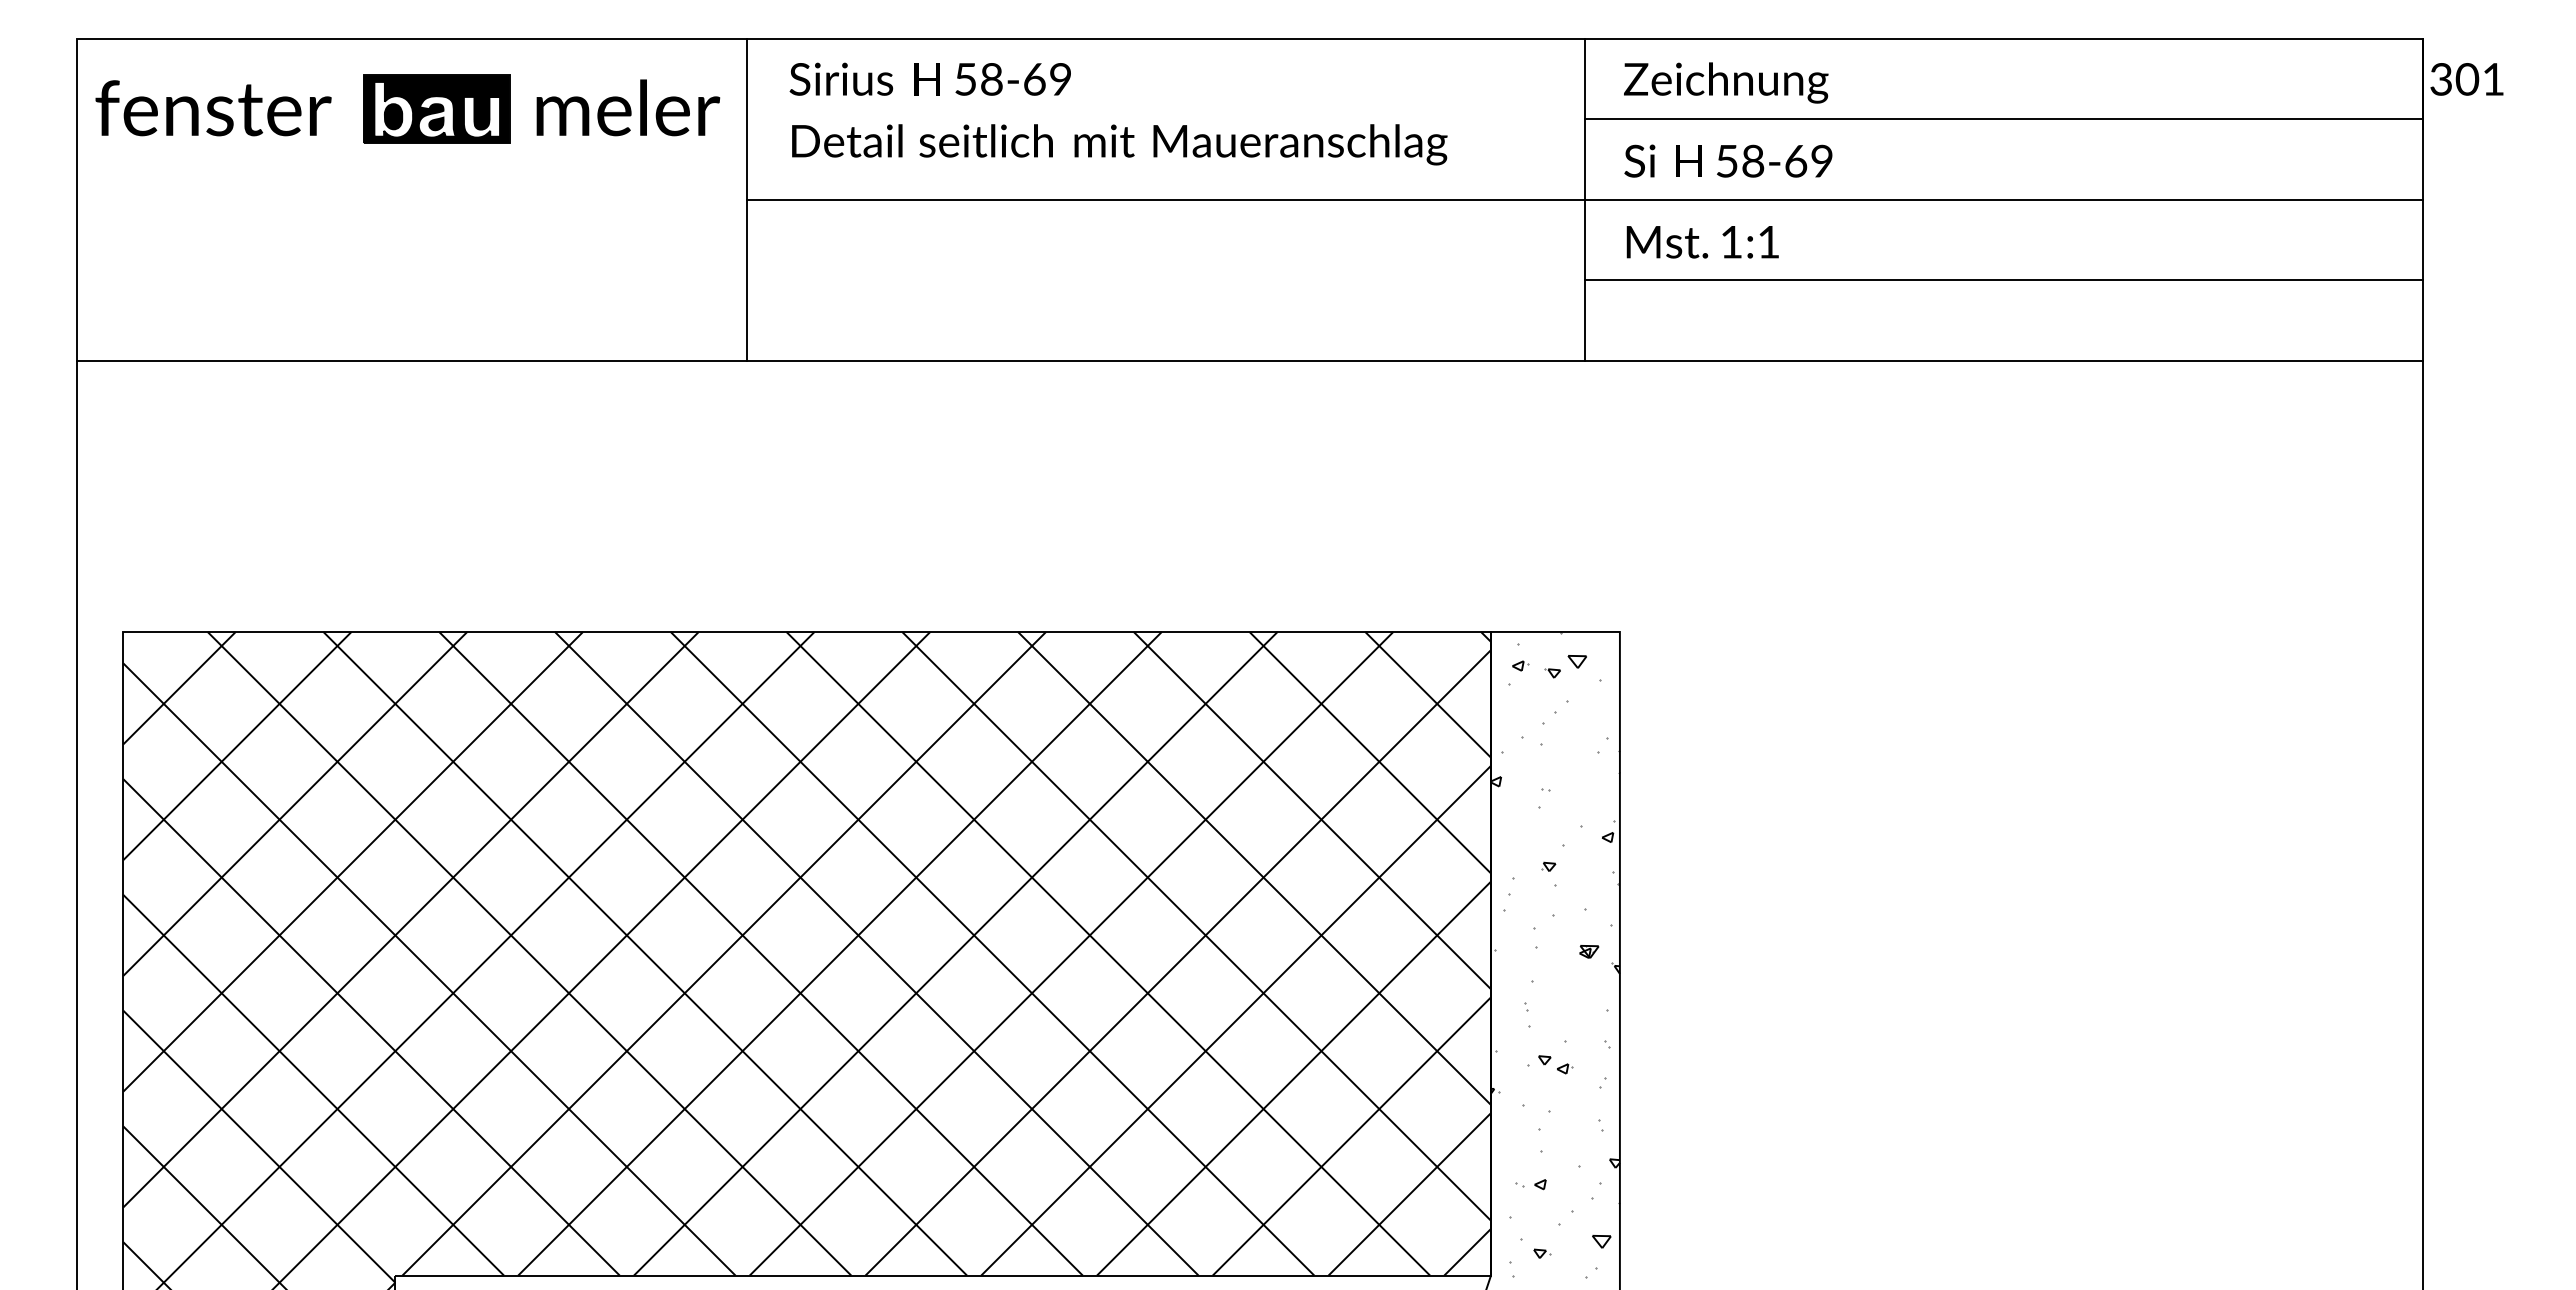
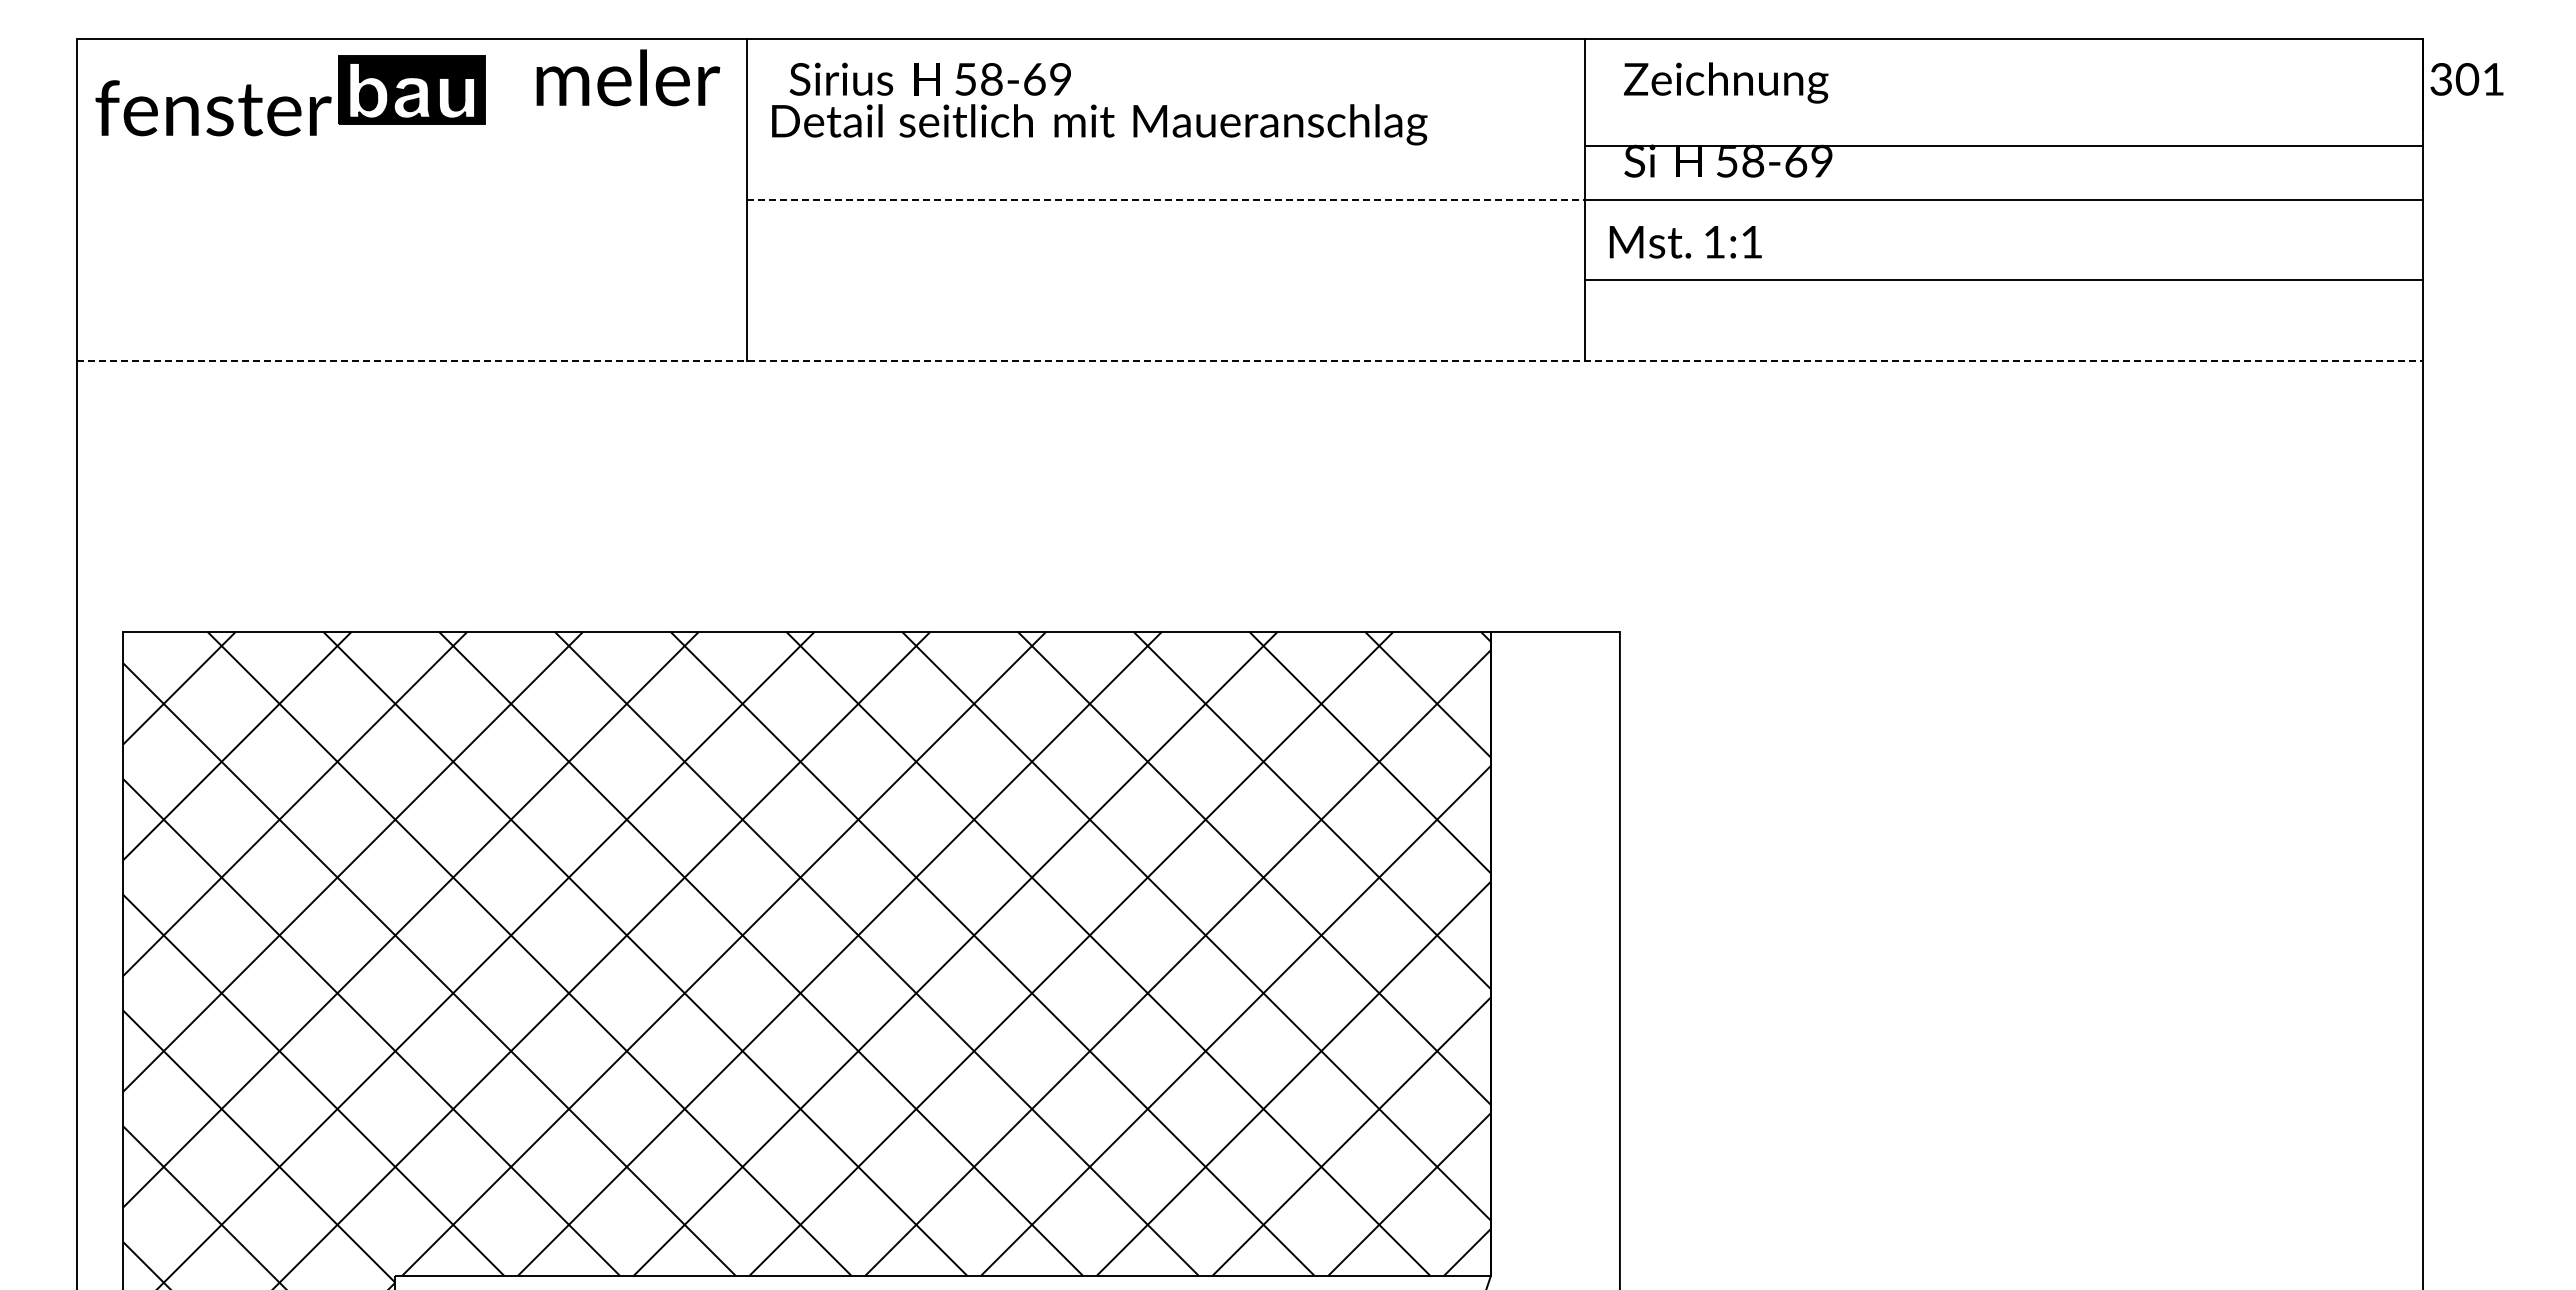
text at (628, 107) position: (628, 107) -> (628, 77)
part at (436, 108) position: (436, 108) -> (411, 89)
line at (2004, 119) position: (2004, 119) -> (2004, 146)
text at (1119, 144) position: (1119, 144) -> (1099, 124)
line at (1166, 199): solid -> dashed
text at (1702, 242) position: (1702, 242) -> (1685, 242)
line at (1250, 360): solid -> dashed
hatch at (1555, 954): present -> none
